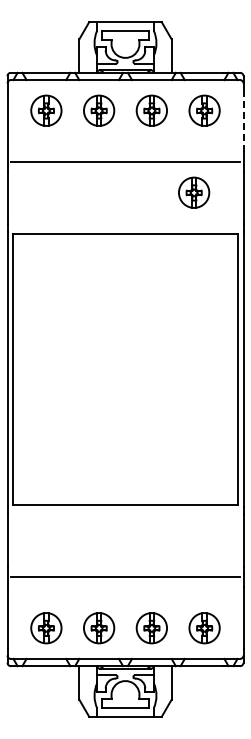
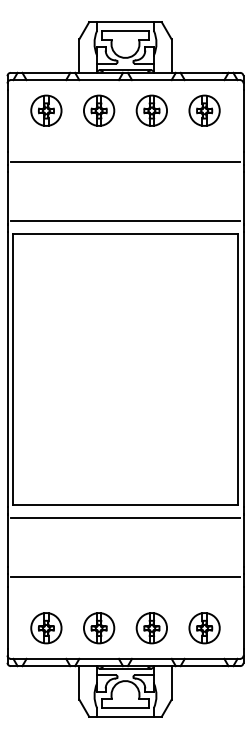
line at (243, 120): dashed -> solid
part at (194, 192): present -> none
line at (125, 221): none -> present
line at (125, 517): none -> present
